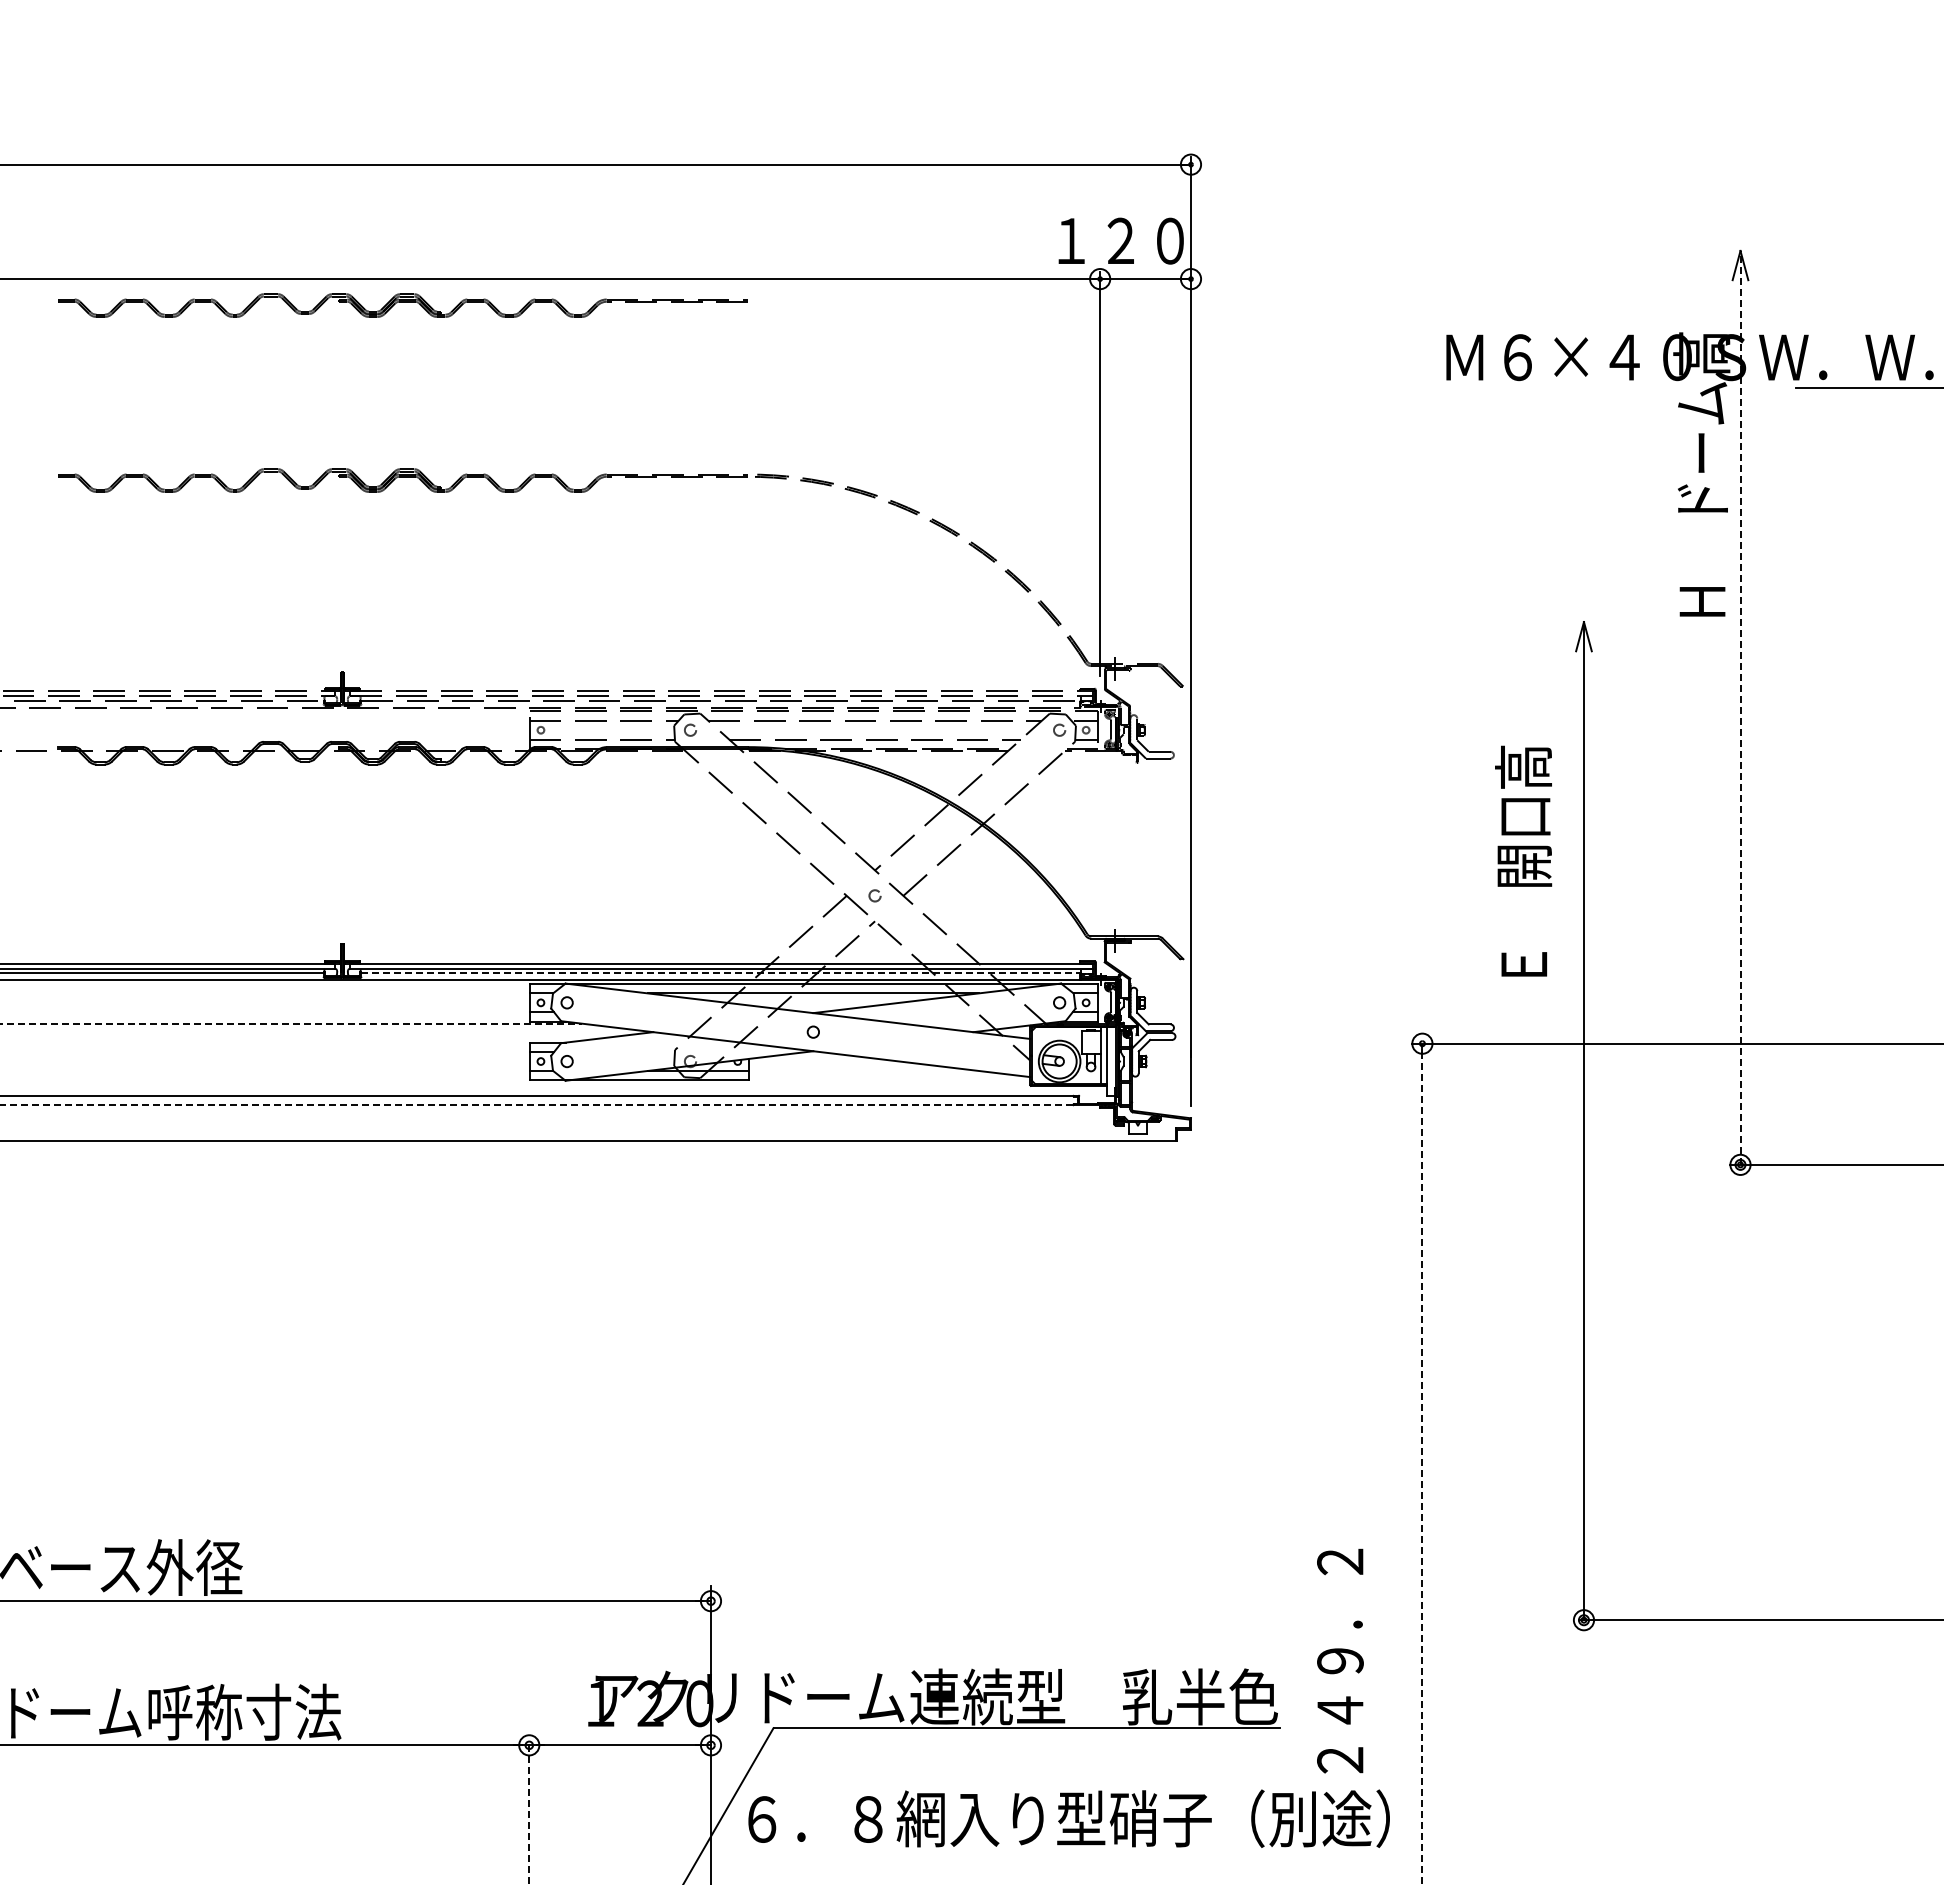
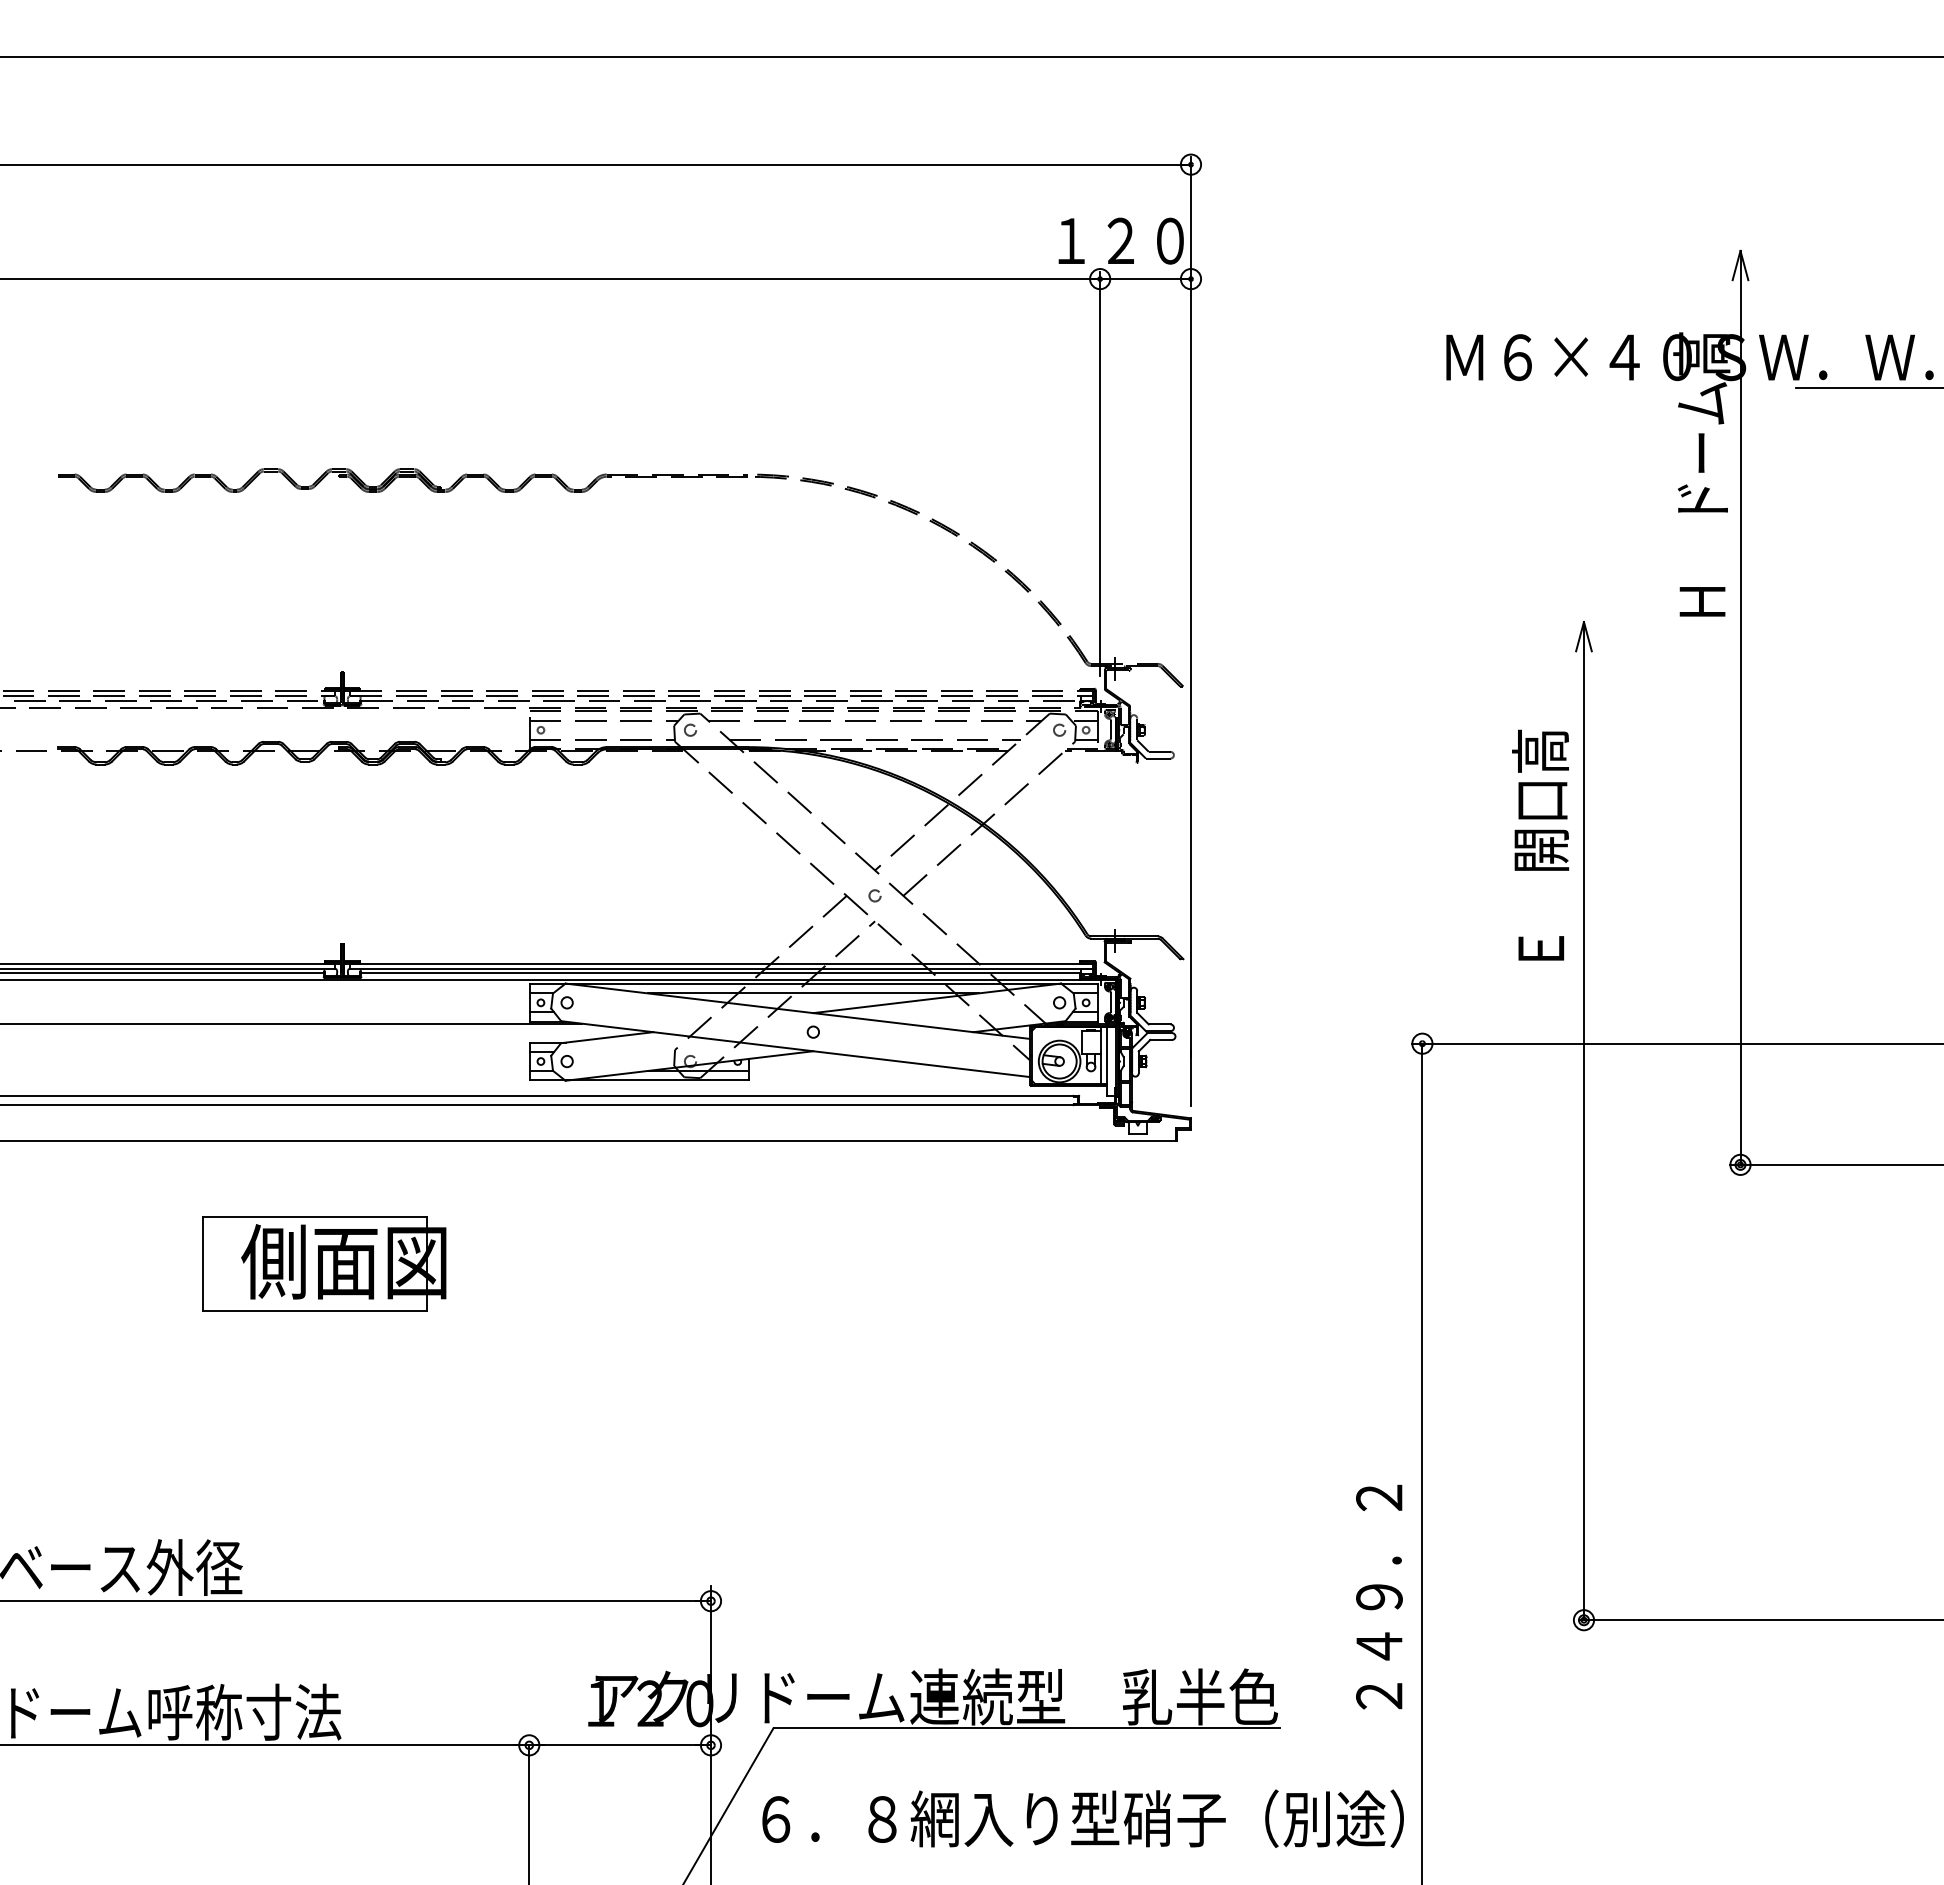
line at (971, 56): none -> present
part at (402, 305): present -> none
line at (1740, 707): dashed -> solid
text at (1523, 860) position: (1523, 860) -> (1540, 844)
line at (721, 973): dashed -> solid
line at (291, 1023): dashed -> solid
line at (537, 1105): dashed -> solid
part at (324, 1263): none -> present
line at (1422, 1463): dashed -> solid
text at (1340, 1660) position: (1340, 1660) -> (1379, 1596)
line at (529, 1815): dashed -> solid
text at (1068, 1818) position: (1068, 1818) -> (1082, 1818)
